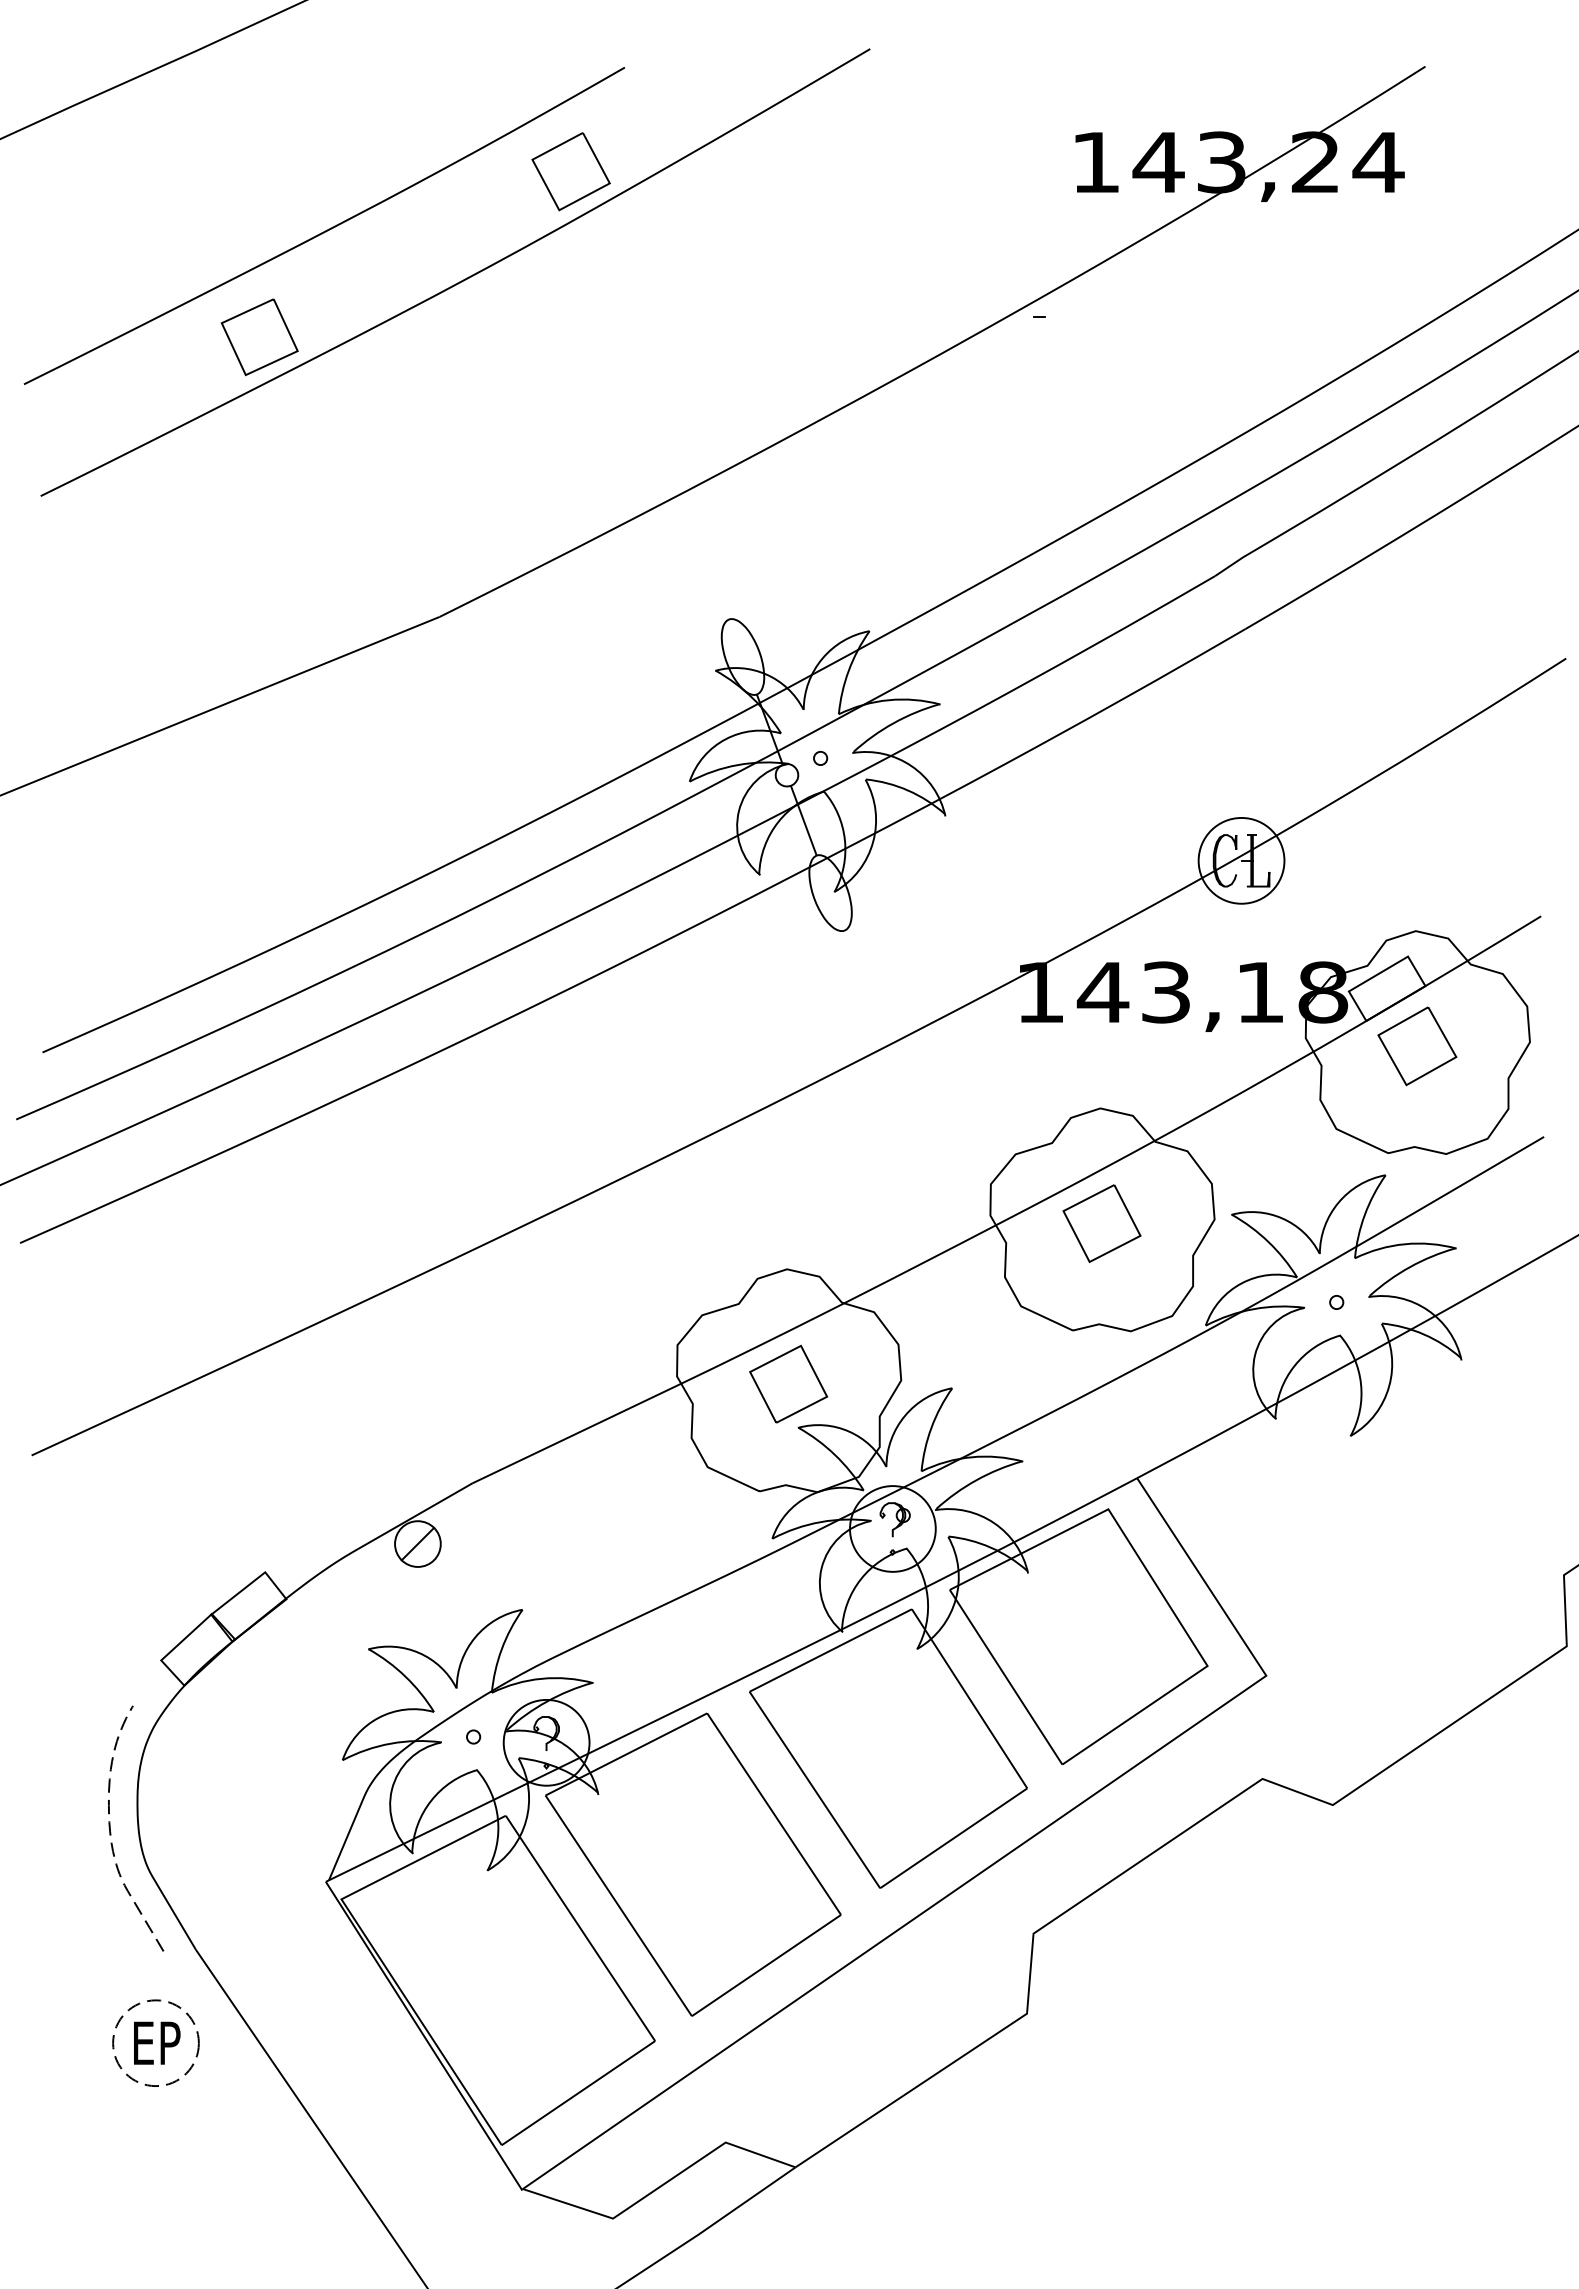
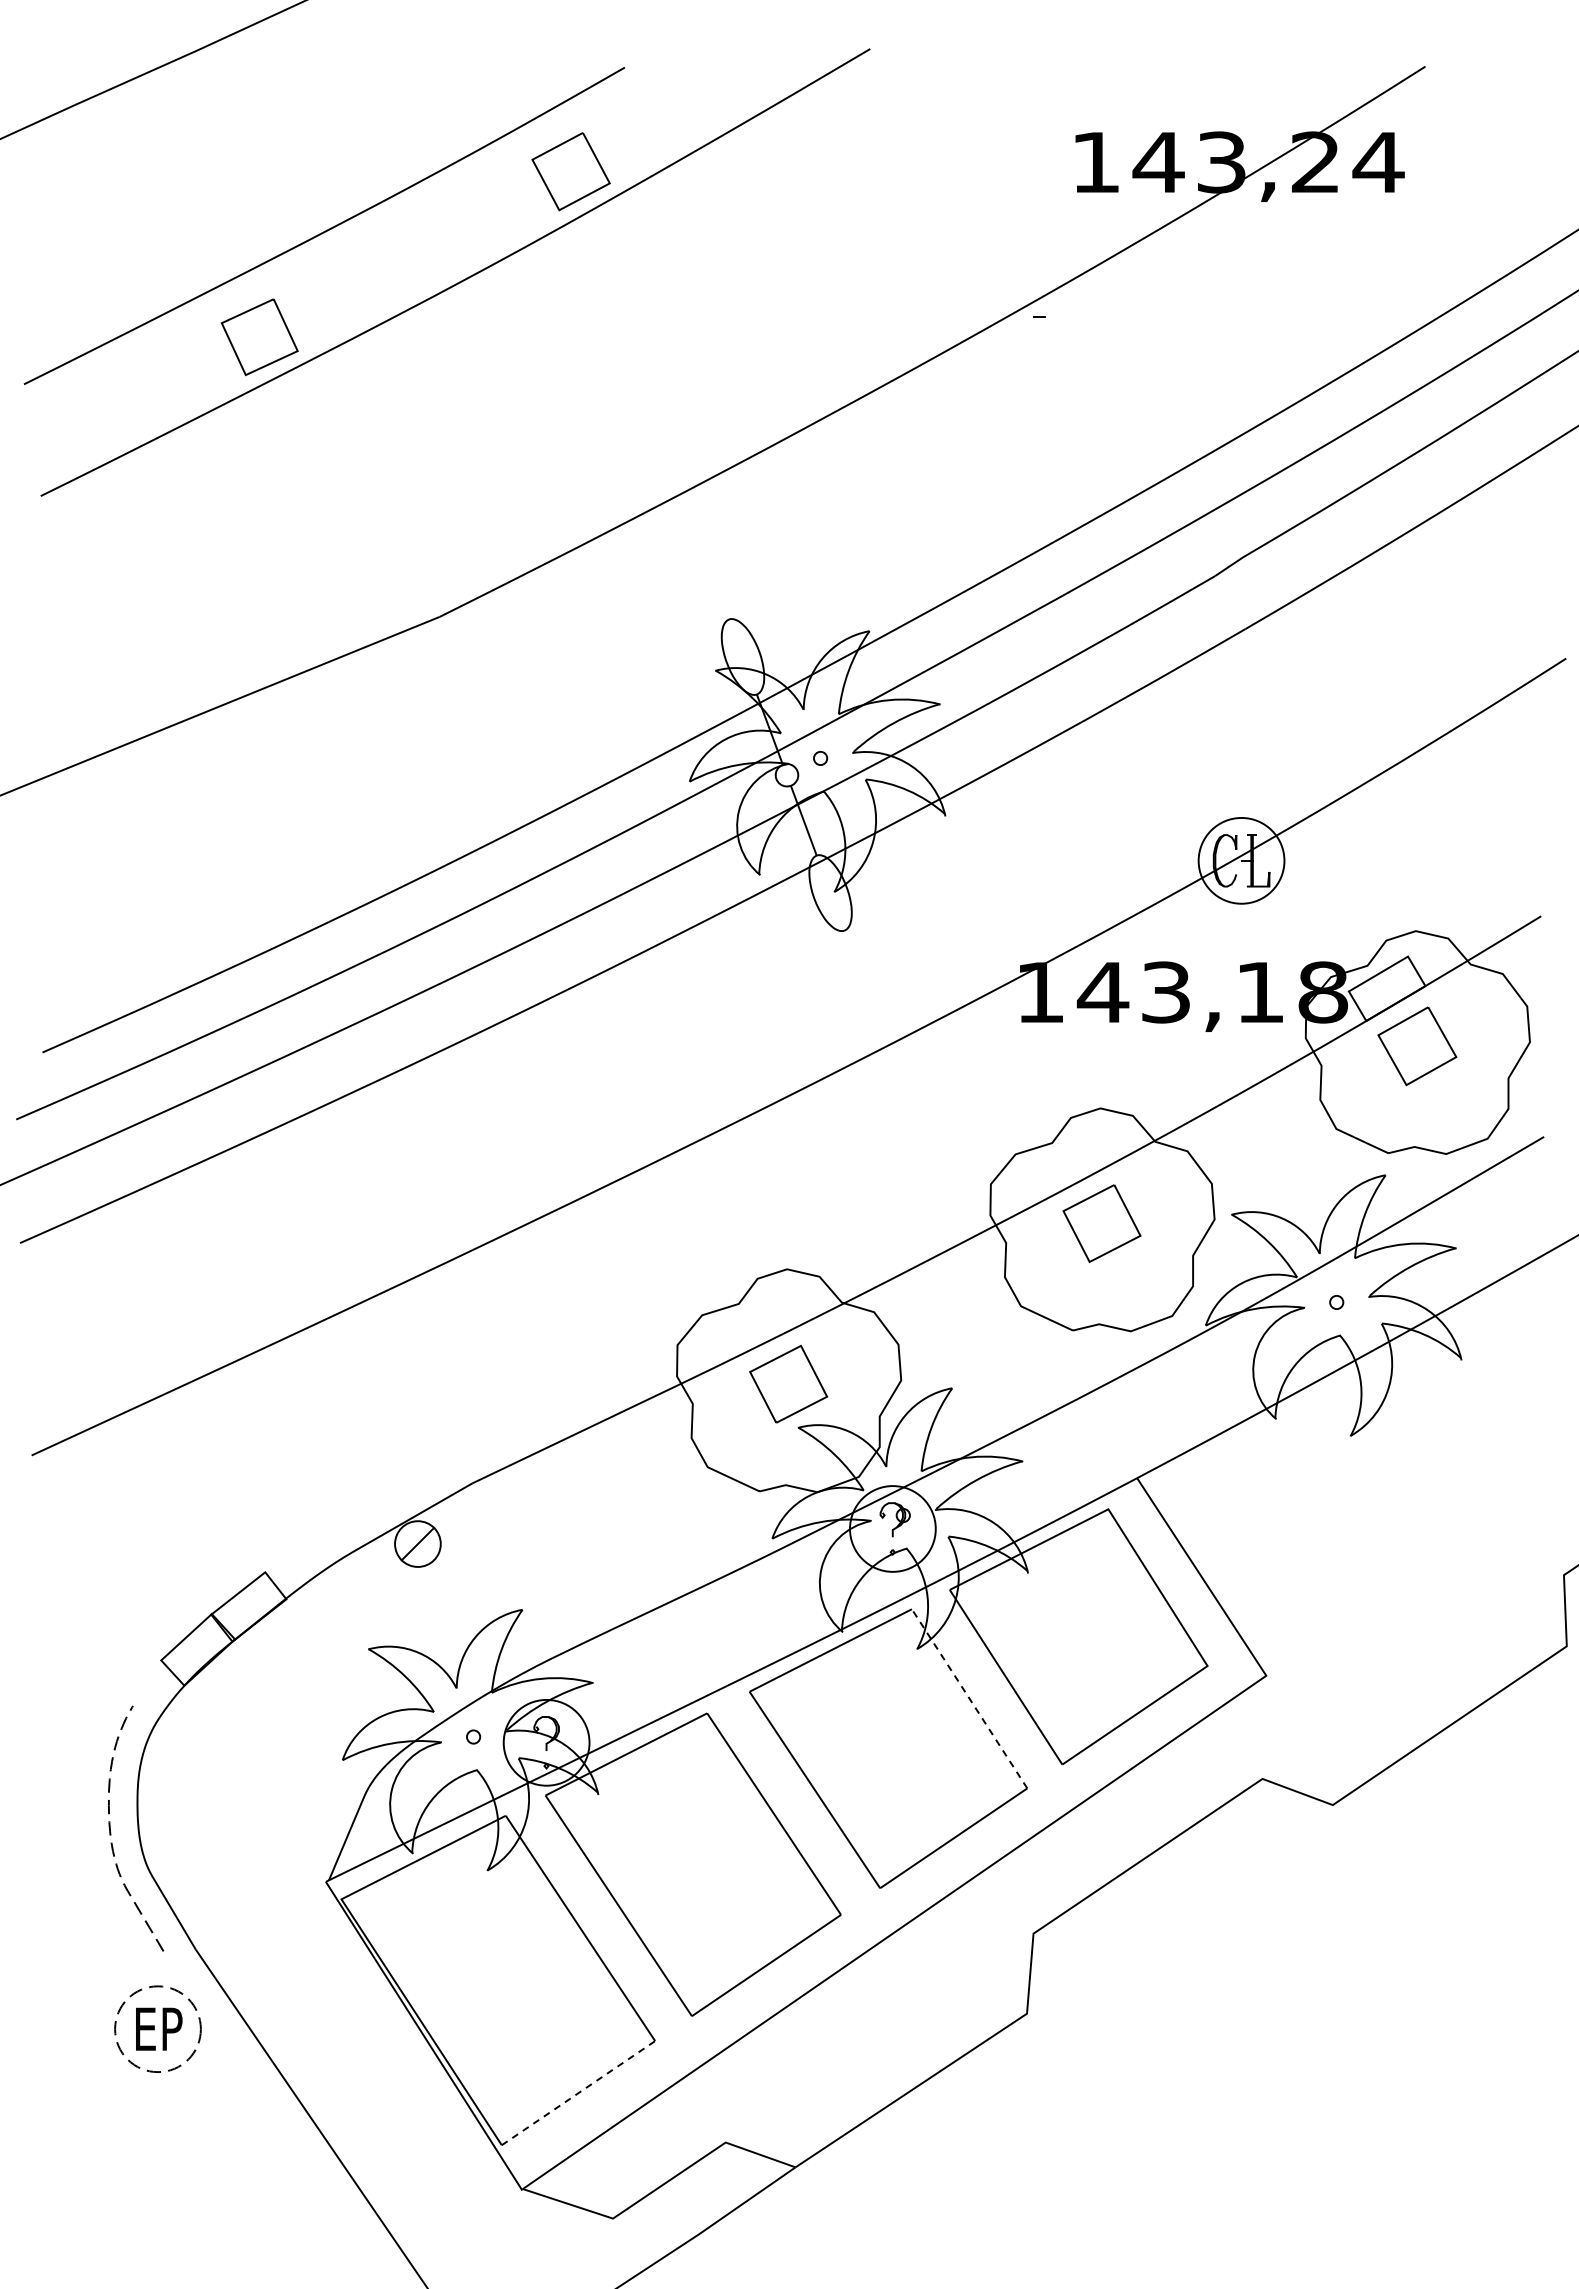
line at (969, 1698): solid -> dashed
part at (155, 2042) position: (155, 2042) -> (157, 2028)
line at (578, 2093): solid -> dashed
